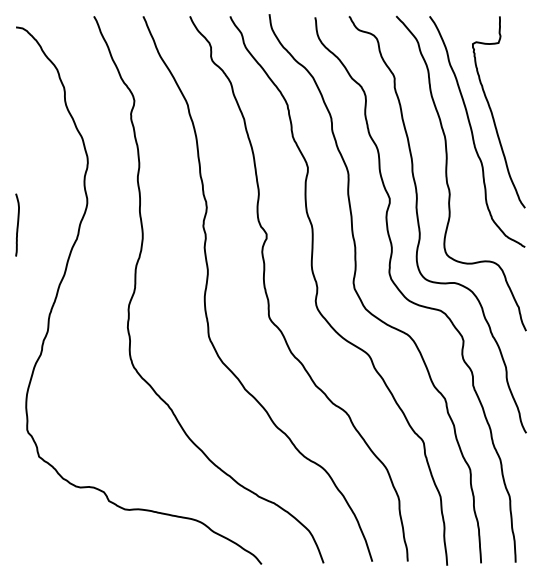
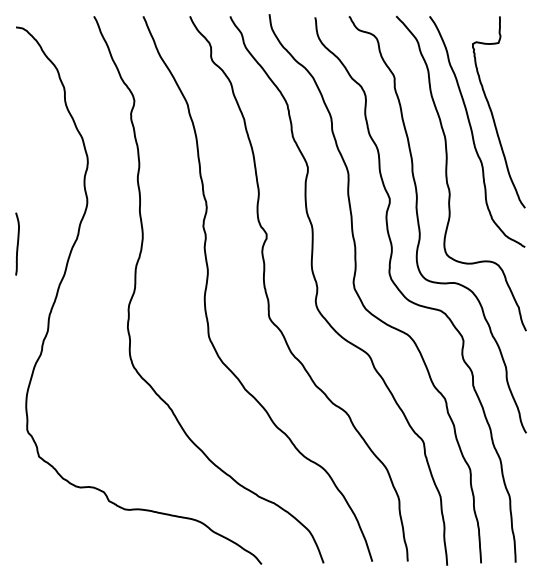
curve at (17, 224) position: (17, 224) -> (17, 243)
